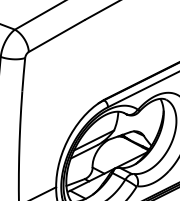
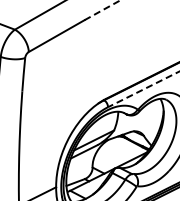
line at (102, 10): solid -> dashed
line at (143, 89): solid -> dashed
